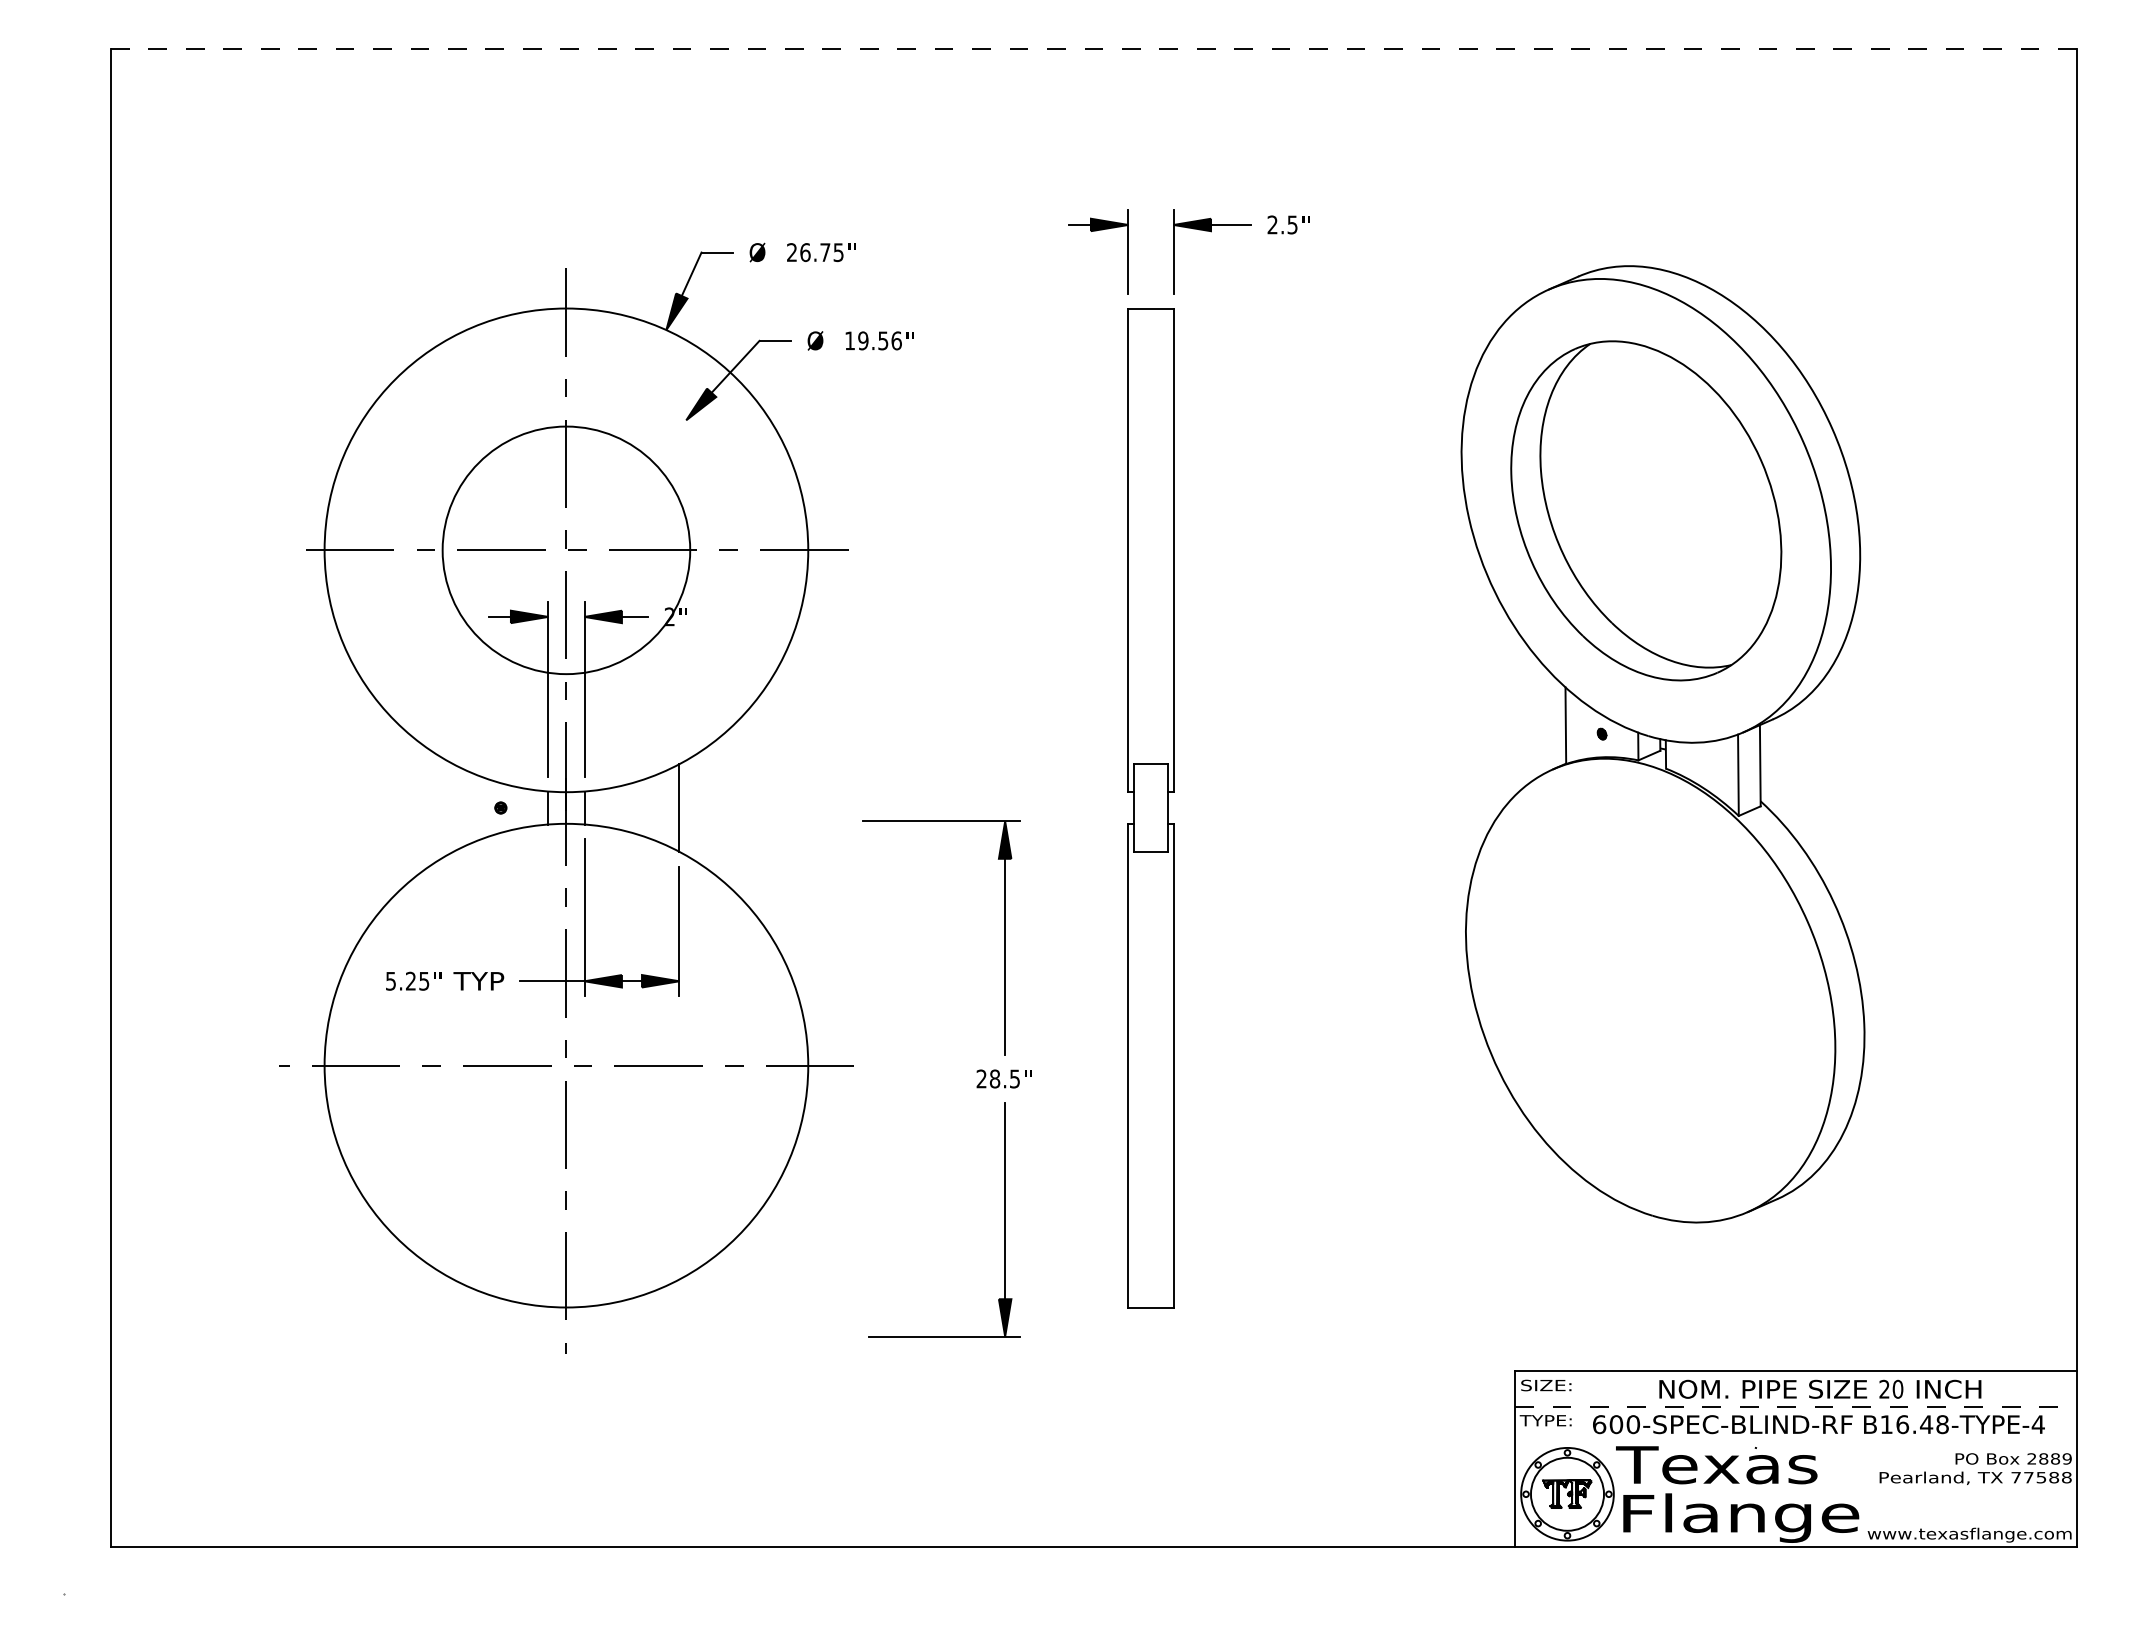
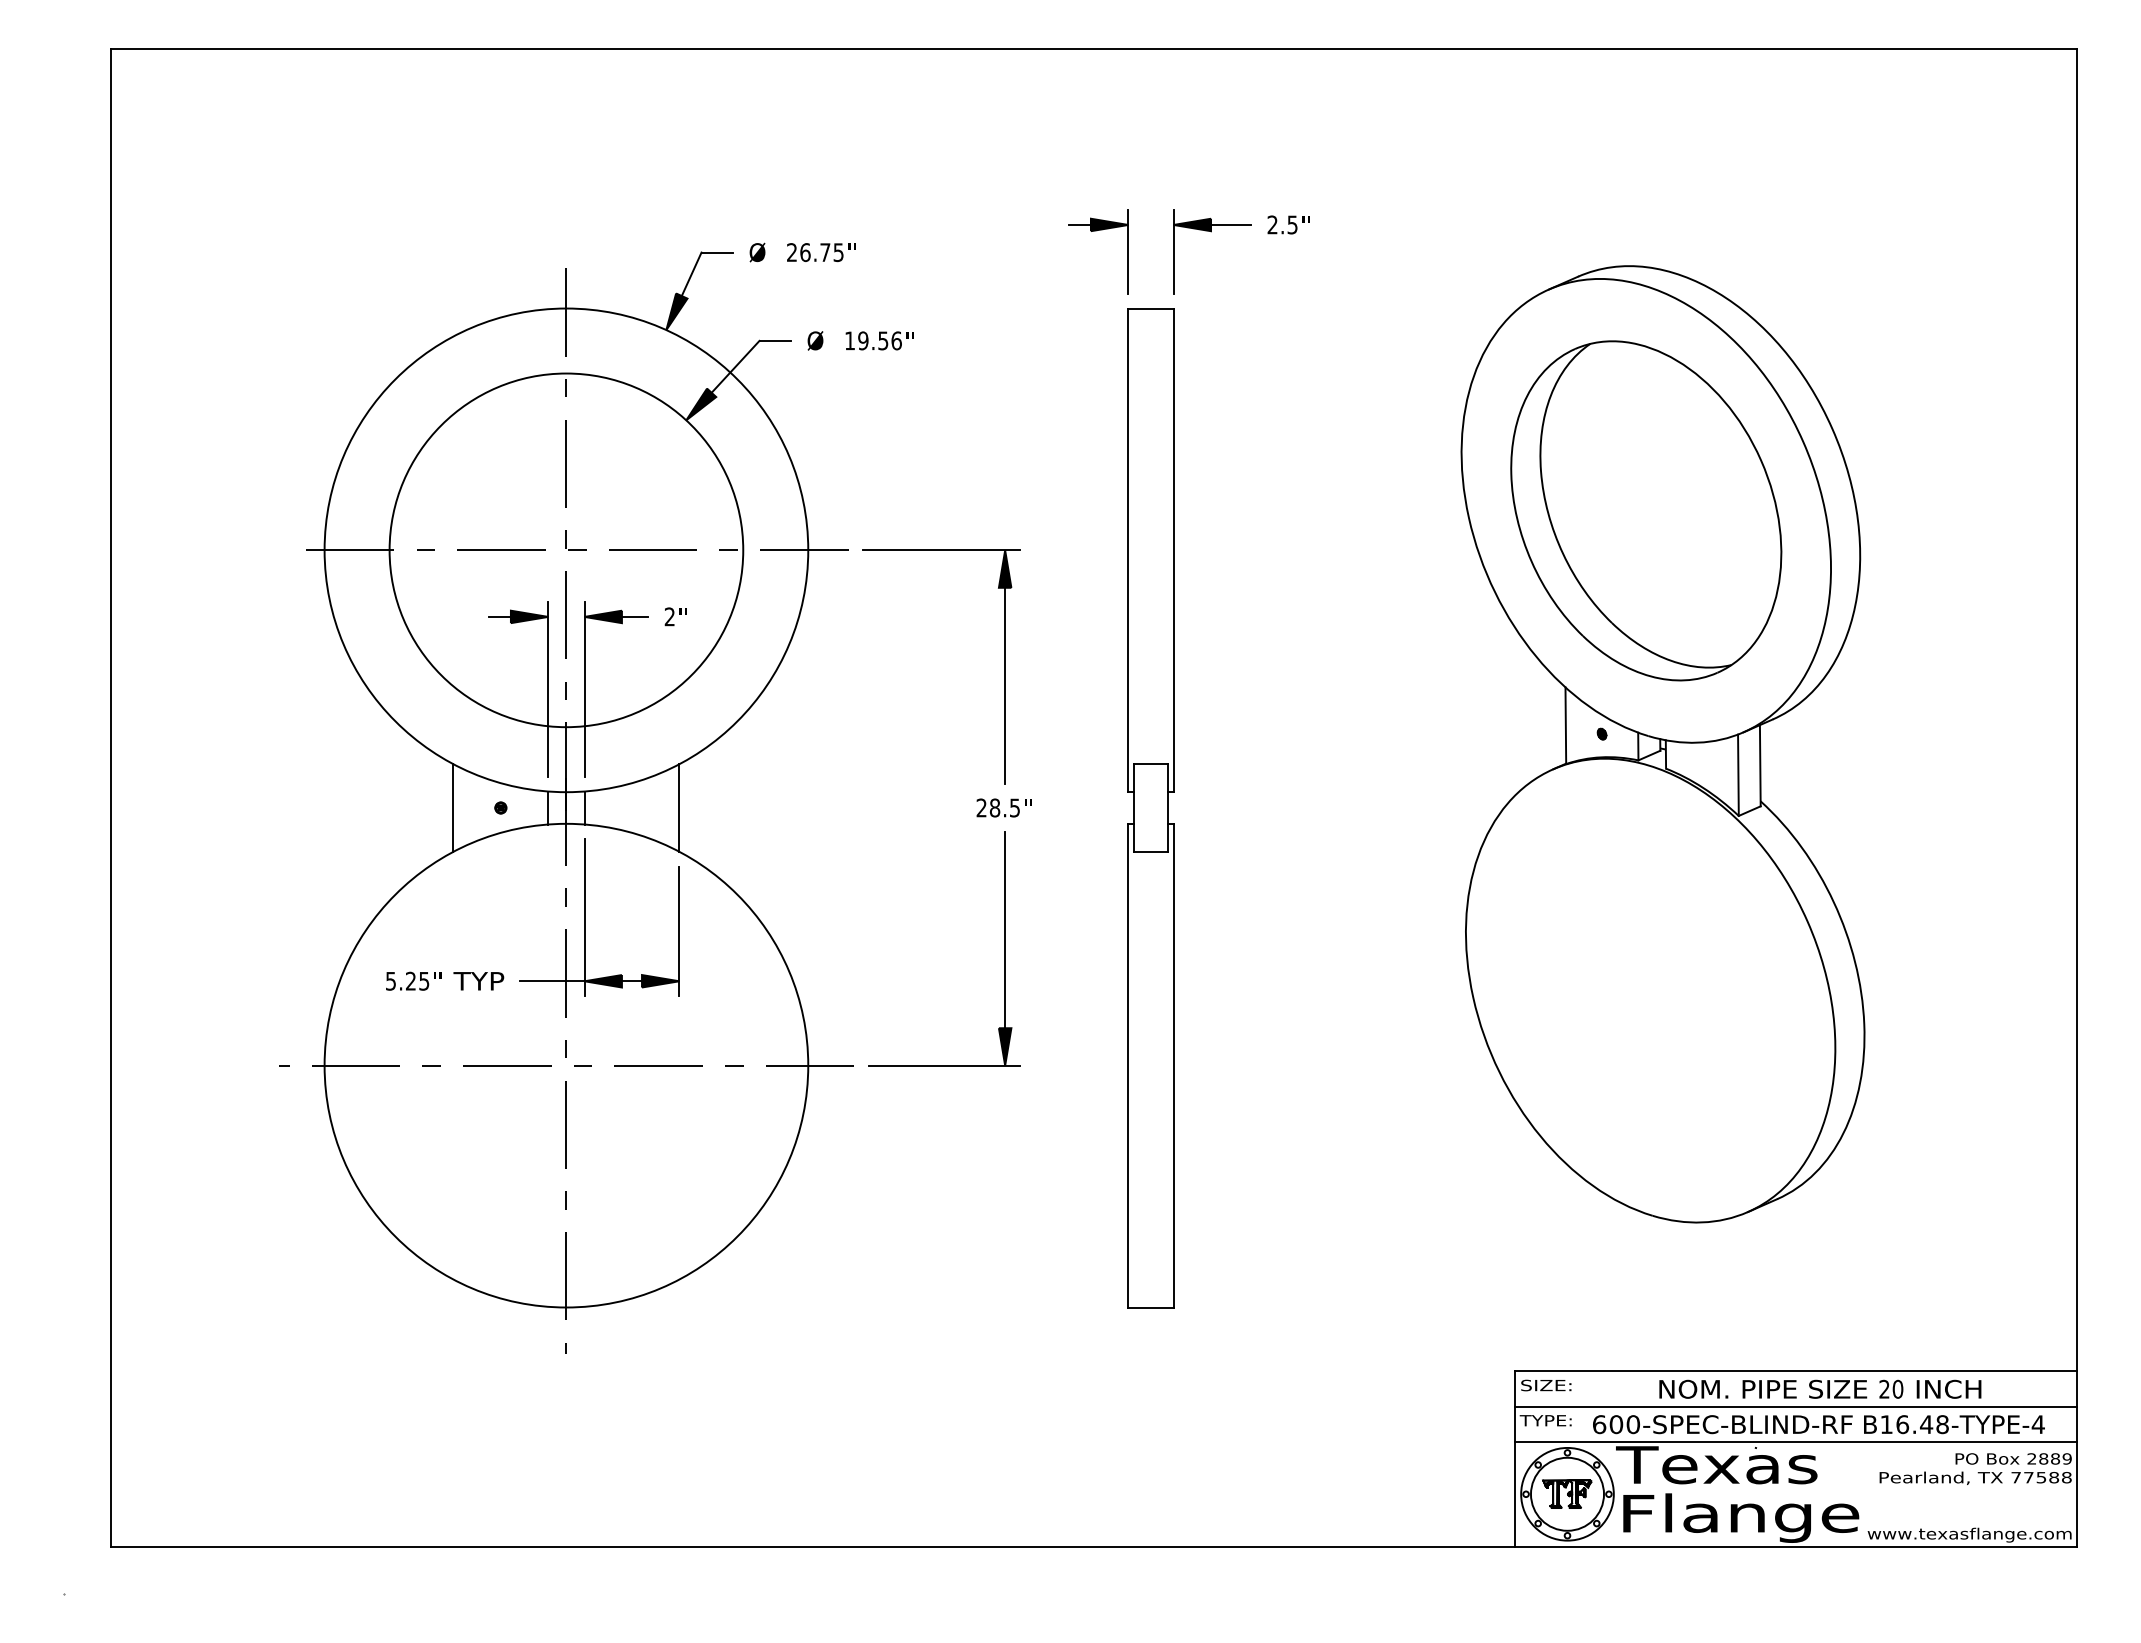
line at (1093, 49): dashed -> solid
circle at (566, 550) diameter: 248 px -> 354 px
line at (453, 807): none -> present
part at (976, 1072) position: (976, 1072) -> (976, 801)
line at (1795, 1406): dashed -> solid
line at (1795, 1441): none -> present
